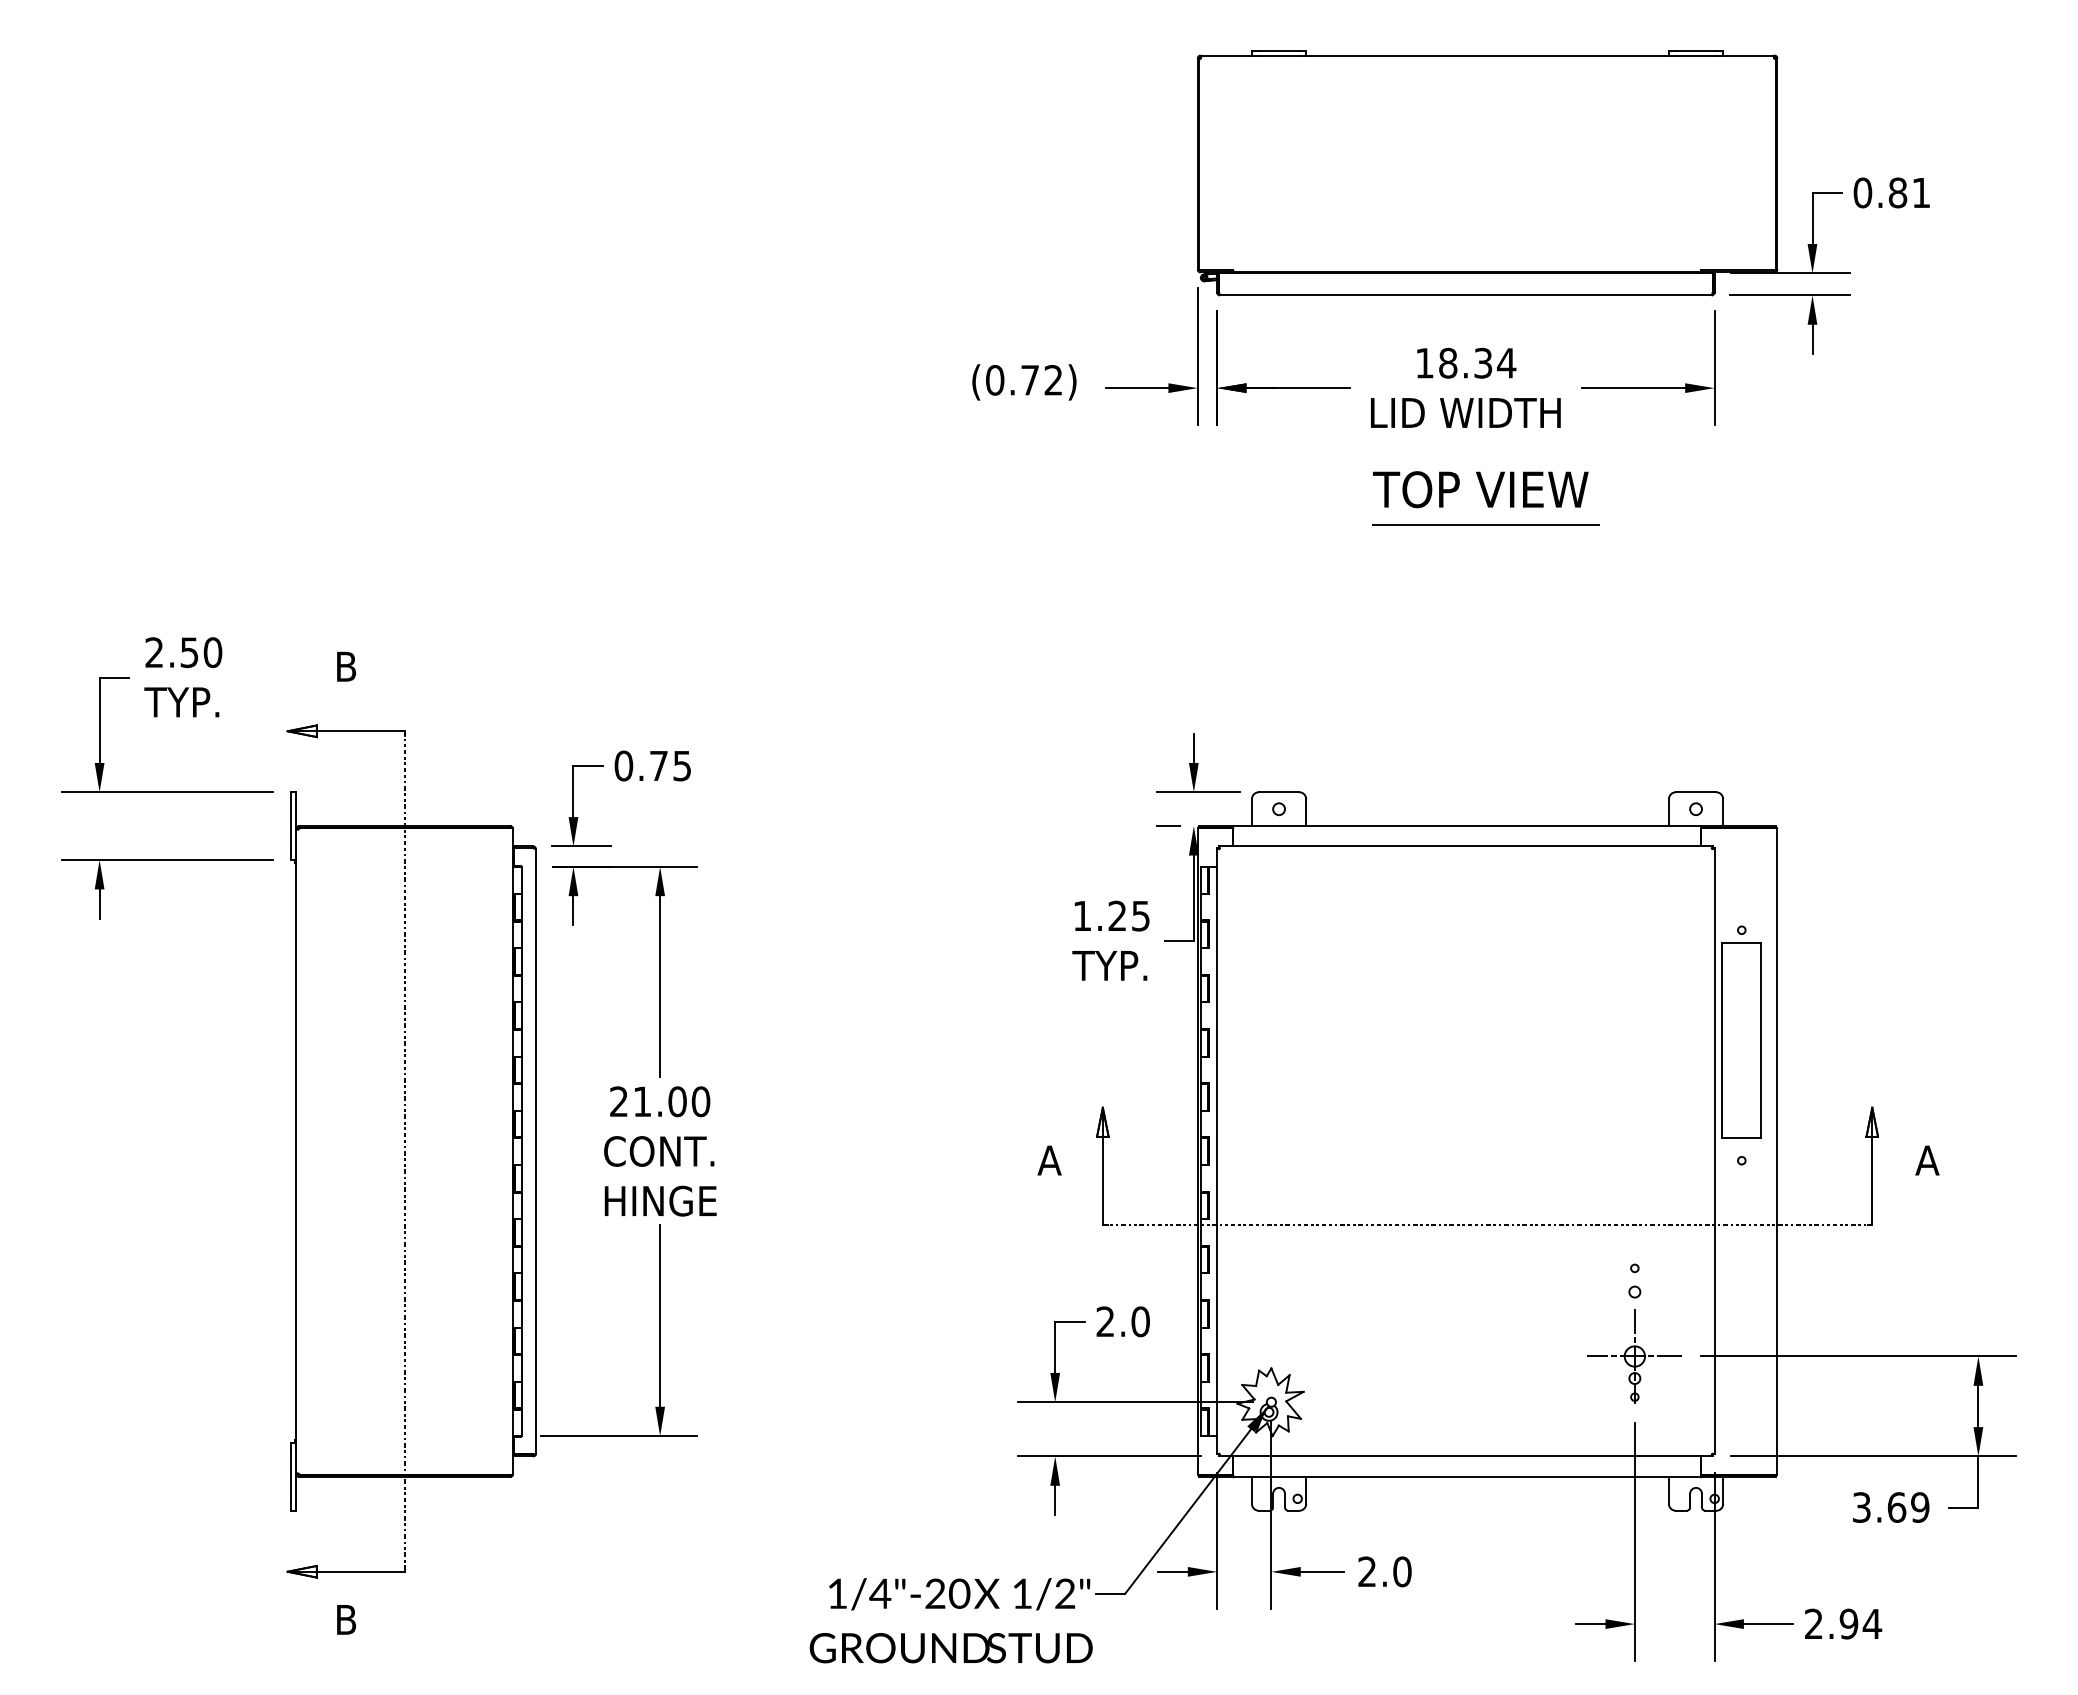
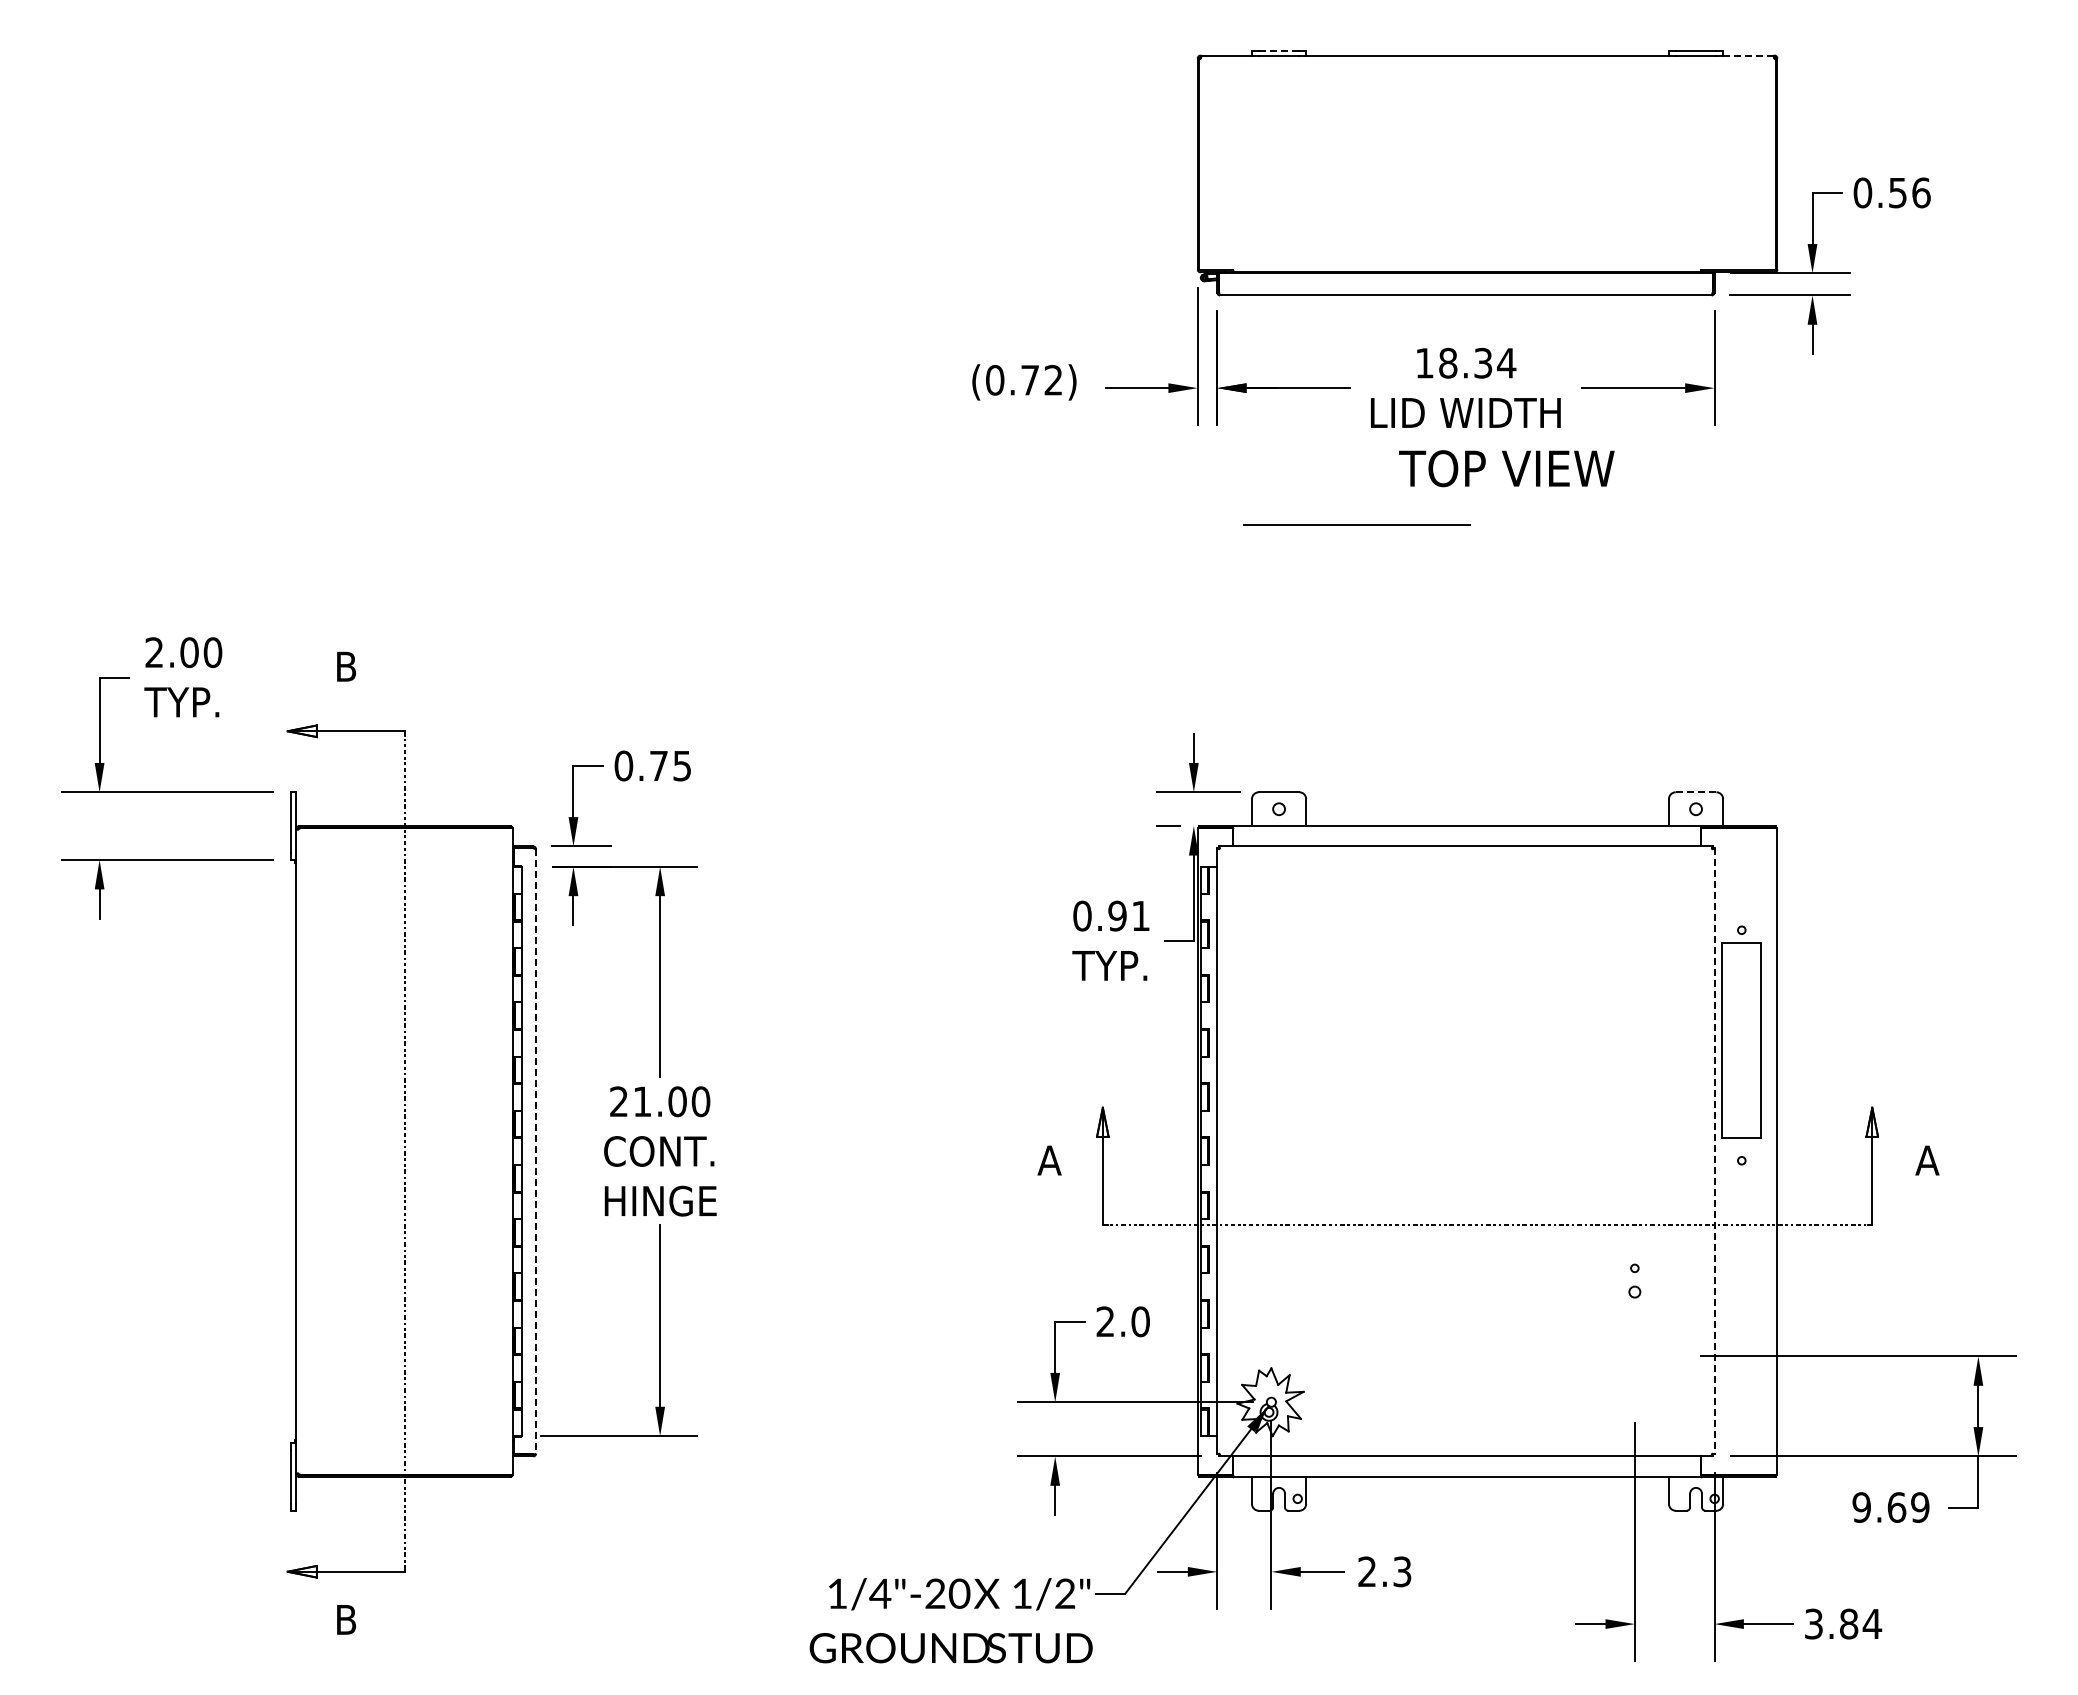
line at (1278, 50): solid -> dashed
line at (1748, 55): solid -> dashed
text at (1909, 192): 0.81 -> 0.56
text at (1480, 489) position: (1480, 489) -> (1506, 468)
line at (1485, 524) position: (1485, 524) -> (1356, 524)
text at (189, 652): 2.50 -> 2.00
line at (1696, 792): solid -> dashed
text at (1111, 915): 1.25 -> 0.91
line at (536, 1151): solid -> dashed
line at (1714, 1151): solid -> dashed
part at (1634, 1356): present -> none
text at (1861, 1507): 3.69 -> 9.69
text at (1402, 1571): 2.0 -> 2.3
text at (1831, 1623): 2.94 -> 3.84
